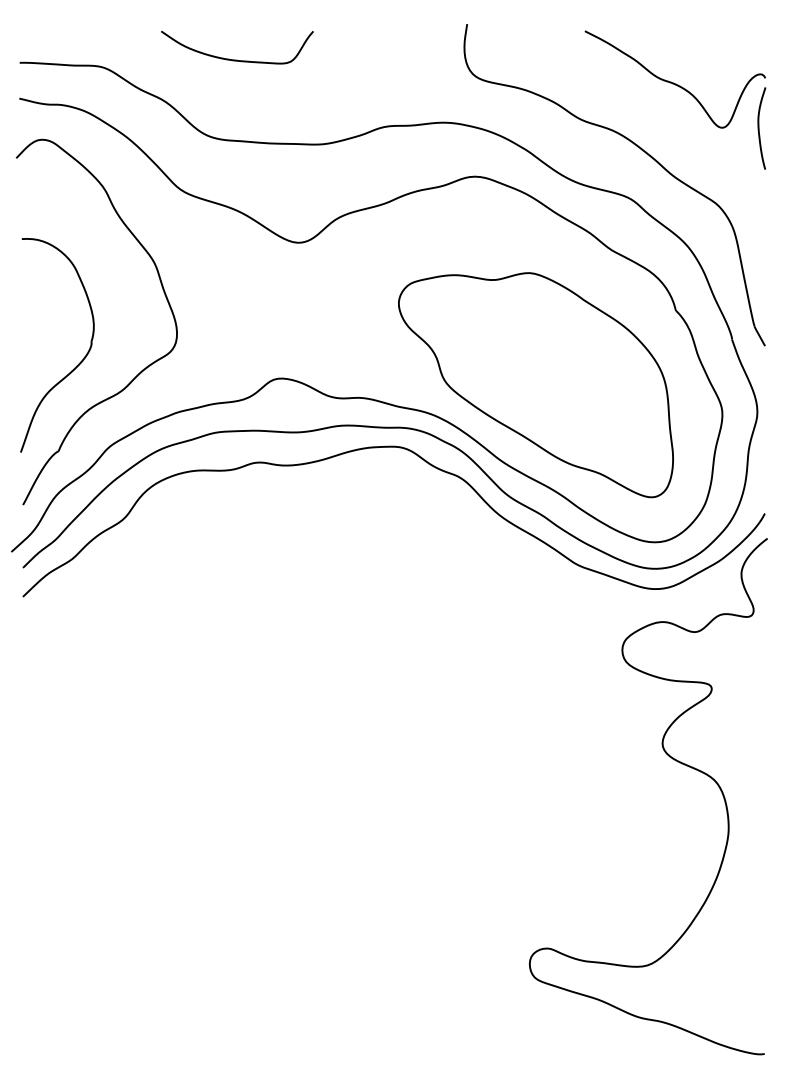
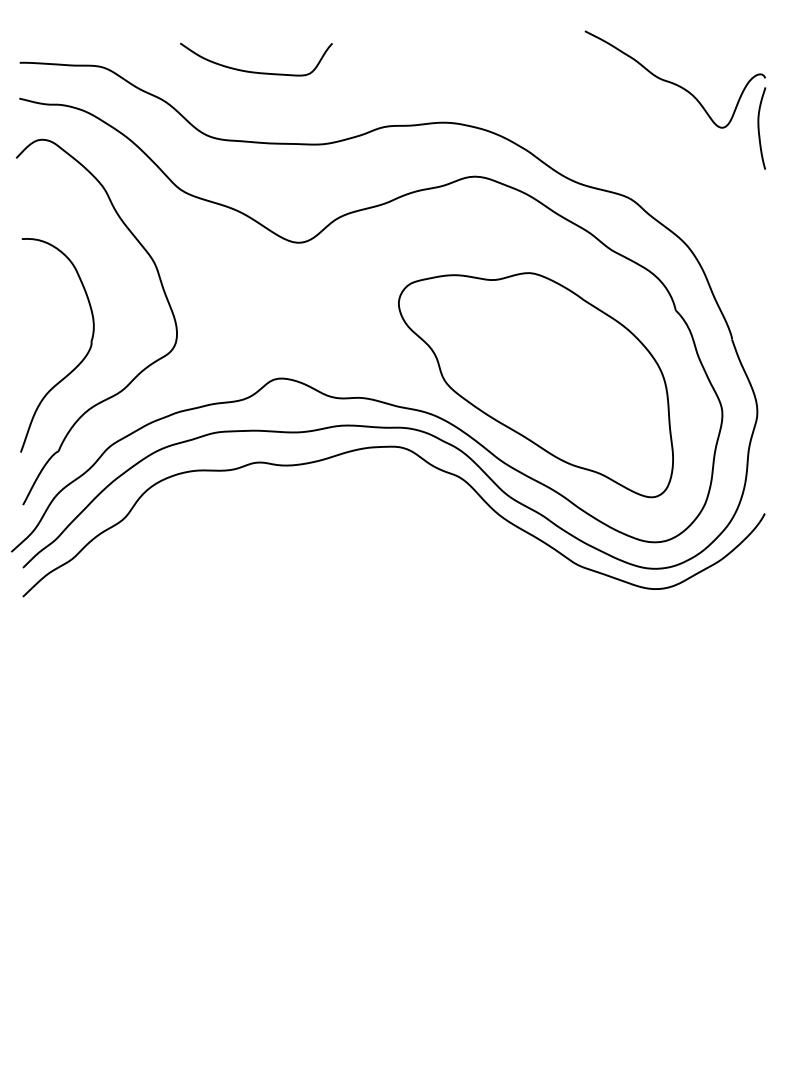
curve at (237, 59) position: (237, 59) -> (256, 71)
part at (642, 151): present -> none
curve at (672, 759): present -> none
